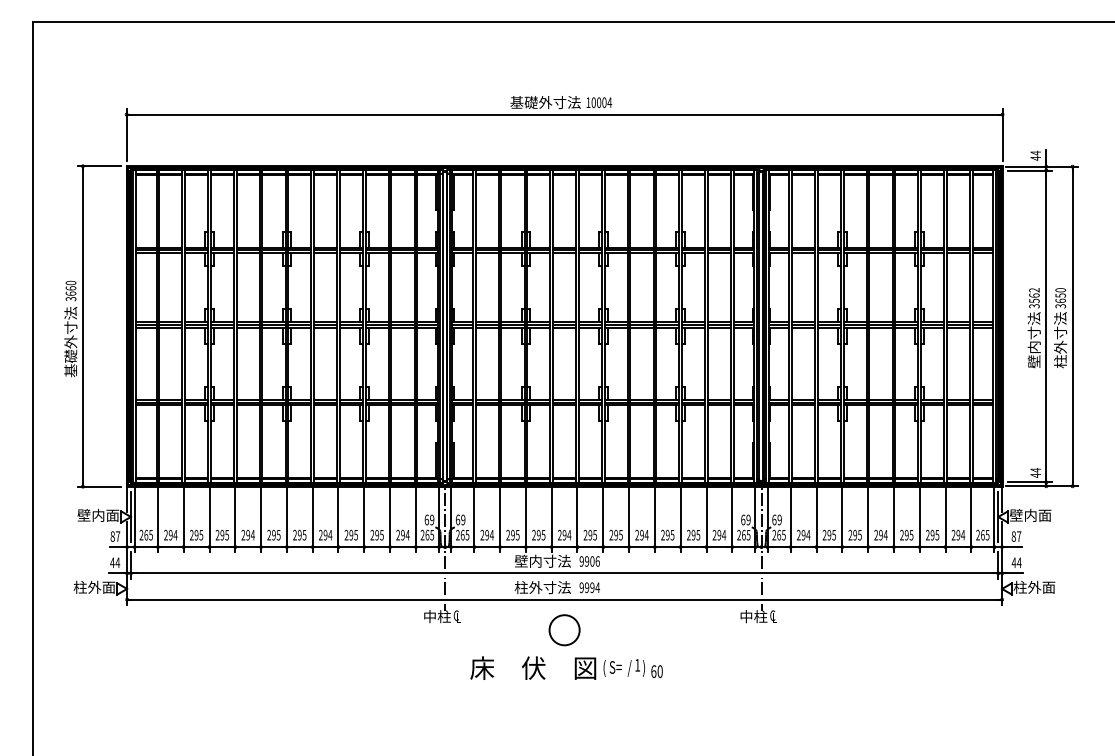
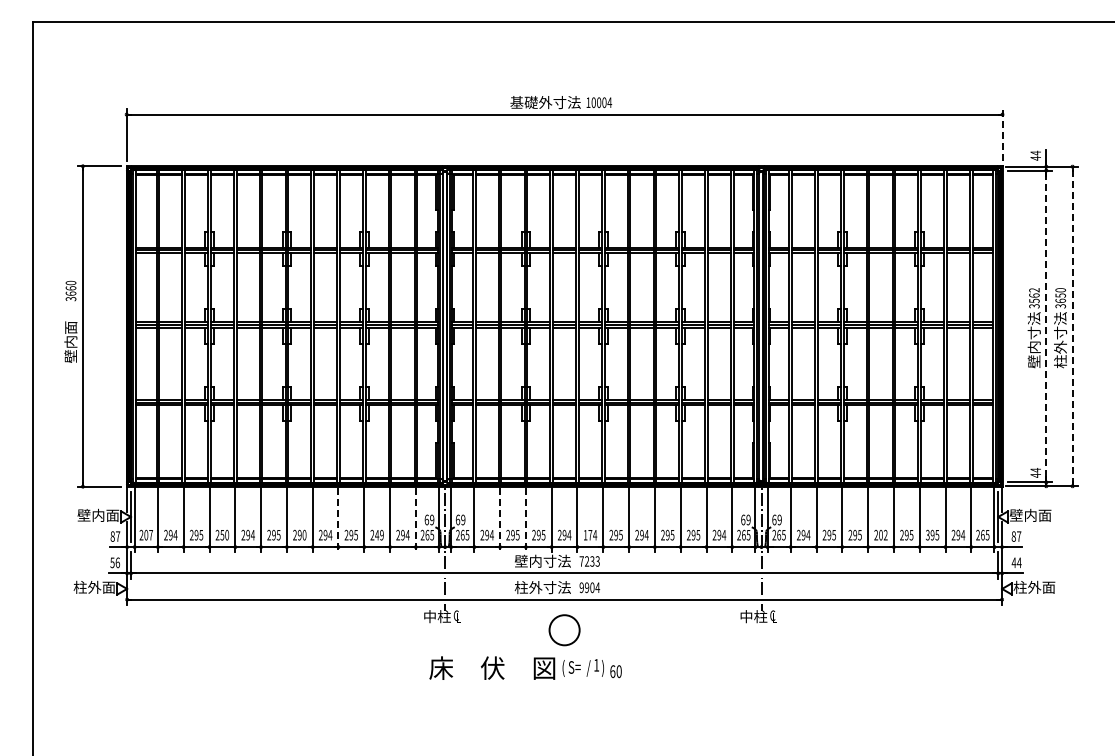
line at (1002, 135): solid -> dashed
line at (1072, 325): solid -> dashed
line at (1046, 326): solid -> dashed
text at (70, 341): 基礎外寸法 -> 壁内面
line at (338, 520): solid -> dashed
line at (415, 520): solid -> dashed
line at (500, 520): solid -> dashed
line at (525, 520): solid -> dashed
text at (224, 534): 295 -> 250
text at (304, 534): 295 -> 290
text at (379, 534): 295 -> 249
text at (590, 534): 295 -> 174
text at (883, 534): 294 -> 202
text at (148, 535): 265 -> 207
text at (927, 535): 295 -> 395
text at (589, 561): 9906 -> 7233
text at (115, 562): 44 -> 56
text at (592, 587): 9994 -> 9904
text at (566, 667) position: (566, 667) -> (525, 667)
